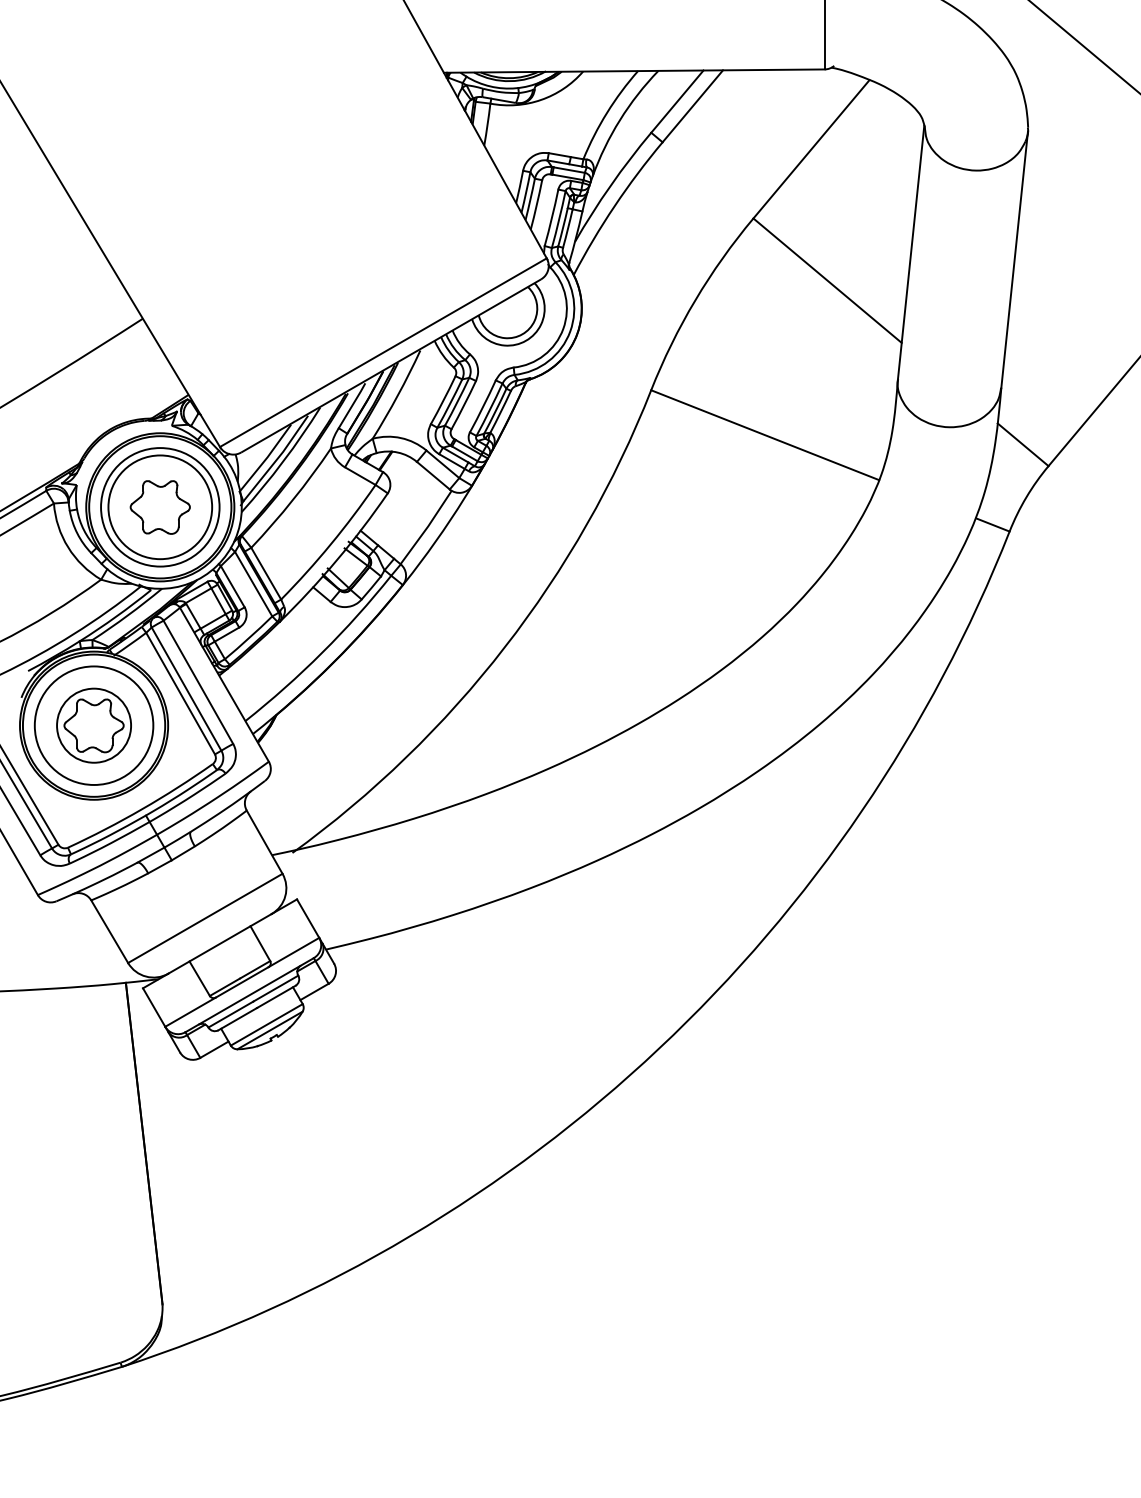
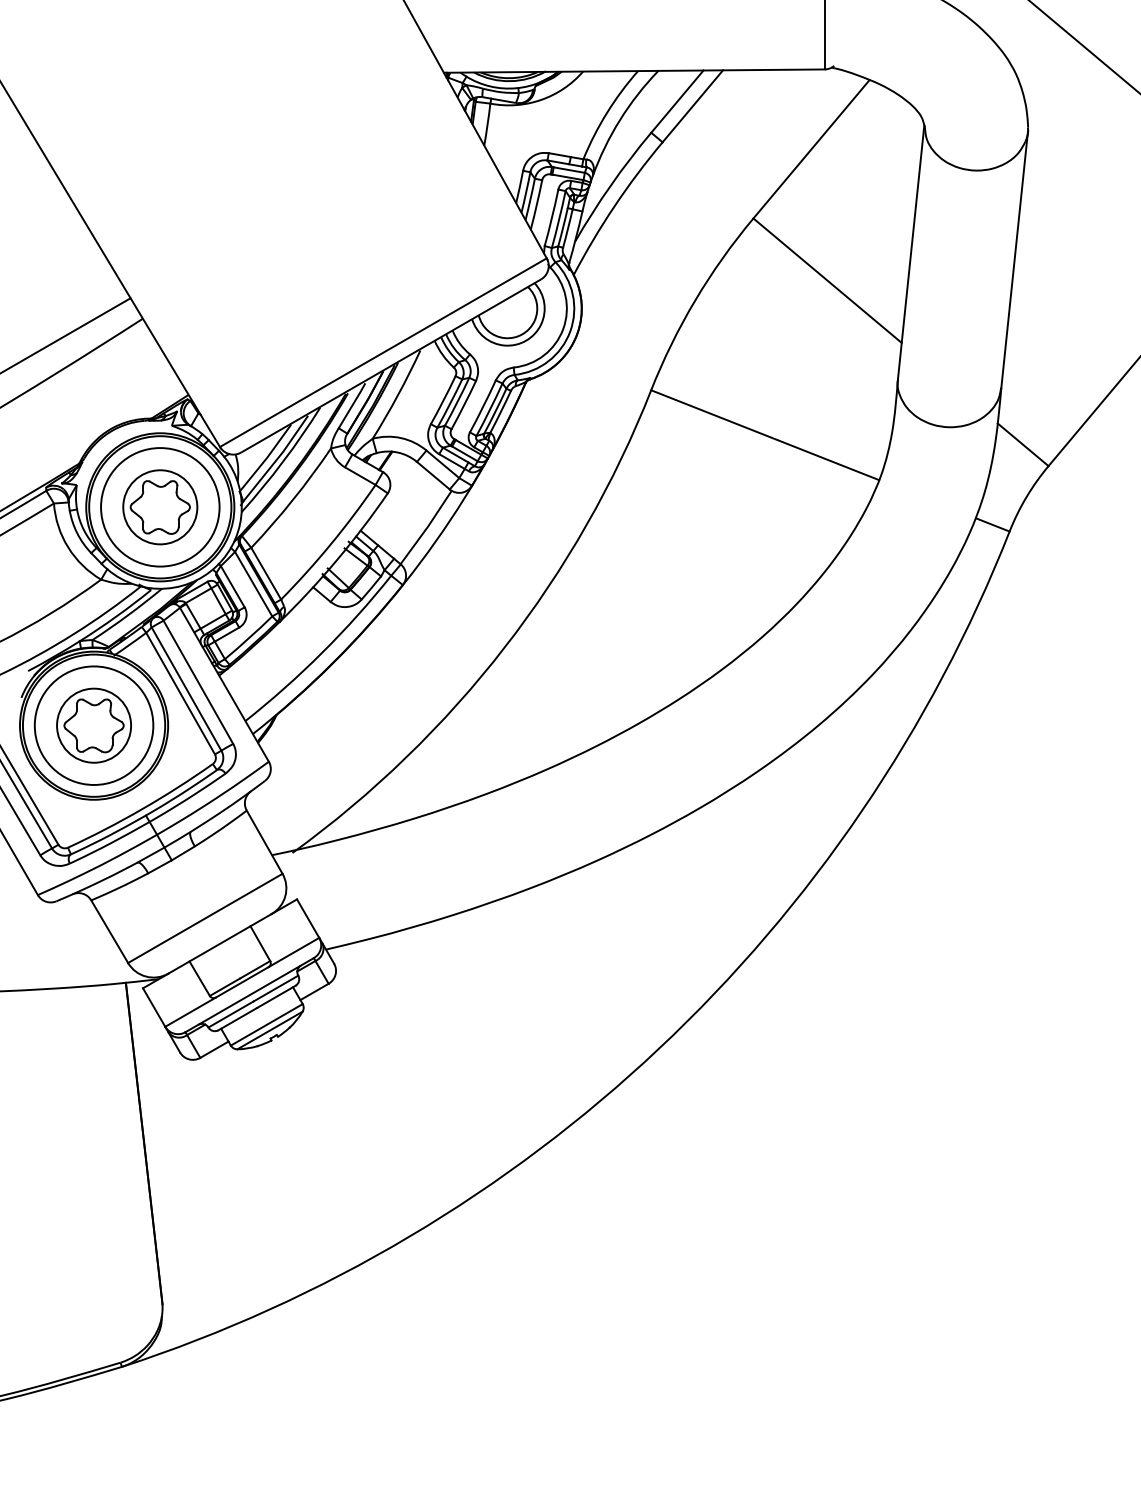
line at (66, 335): none -> present
circle at (160, 507) diameter: 104 px -> 74 px
